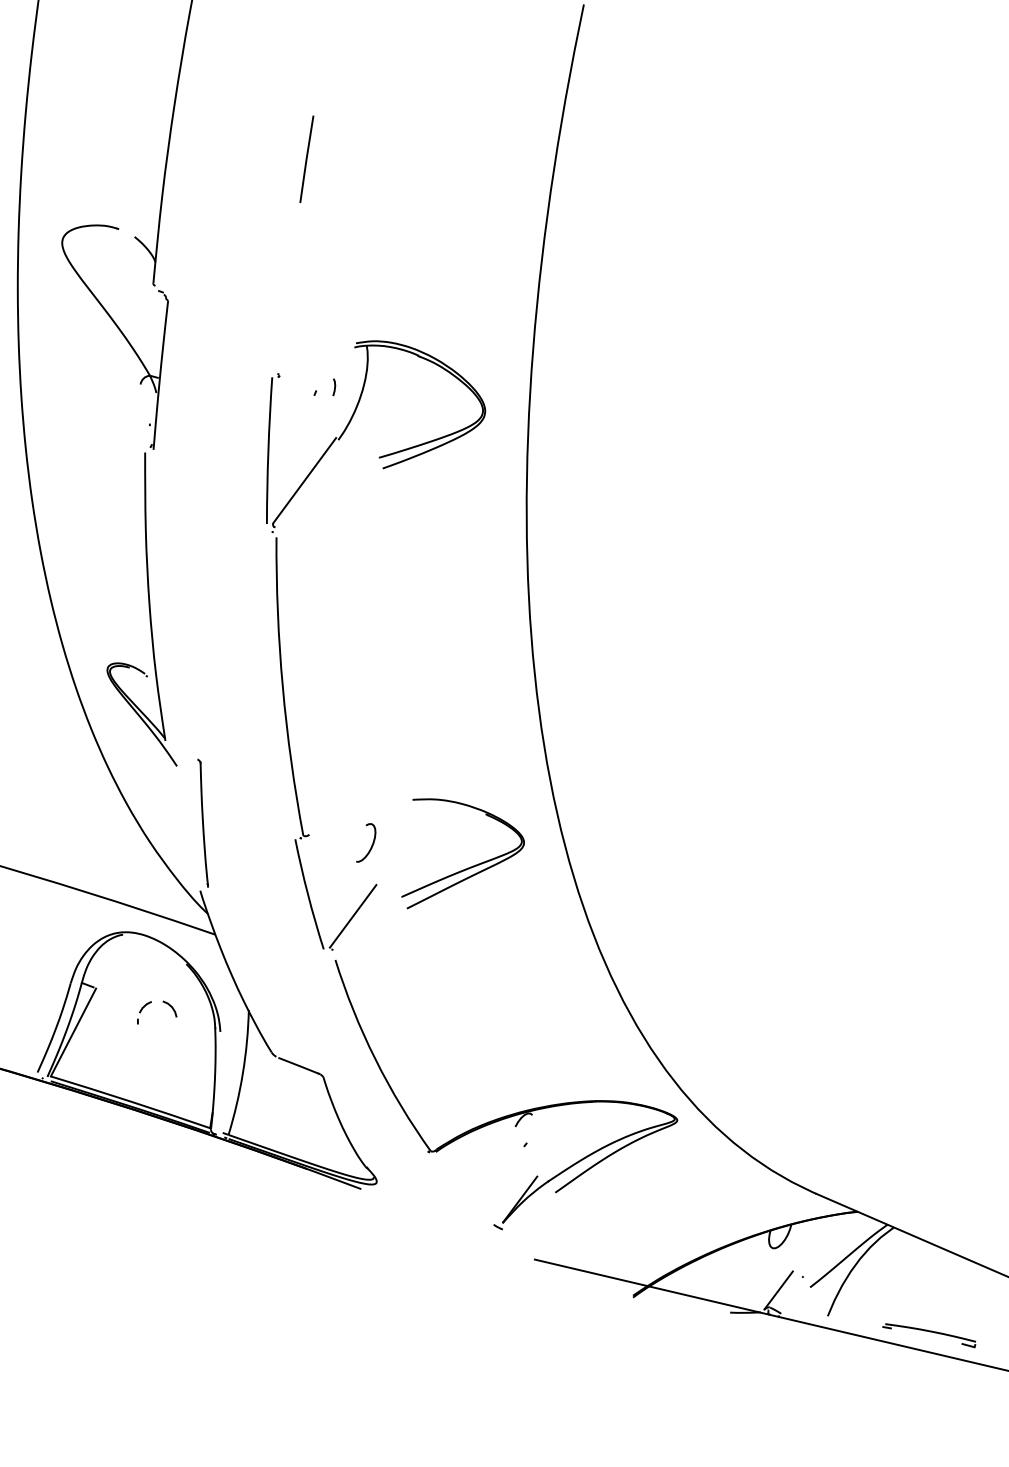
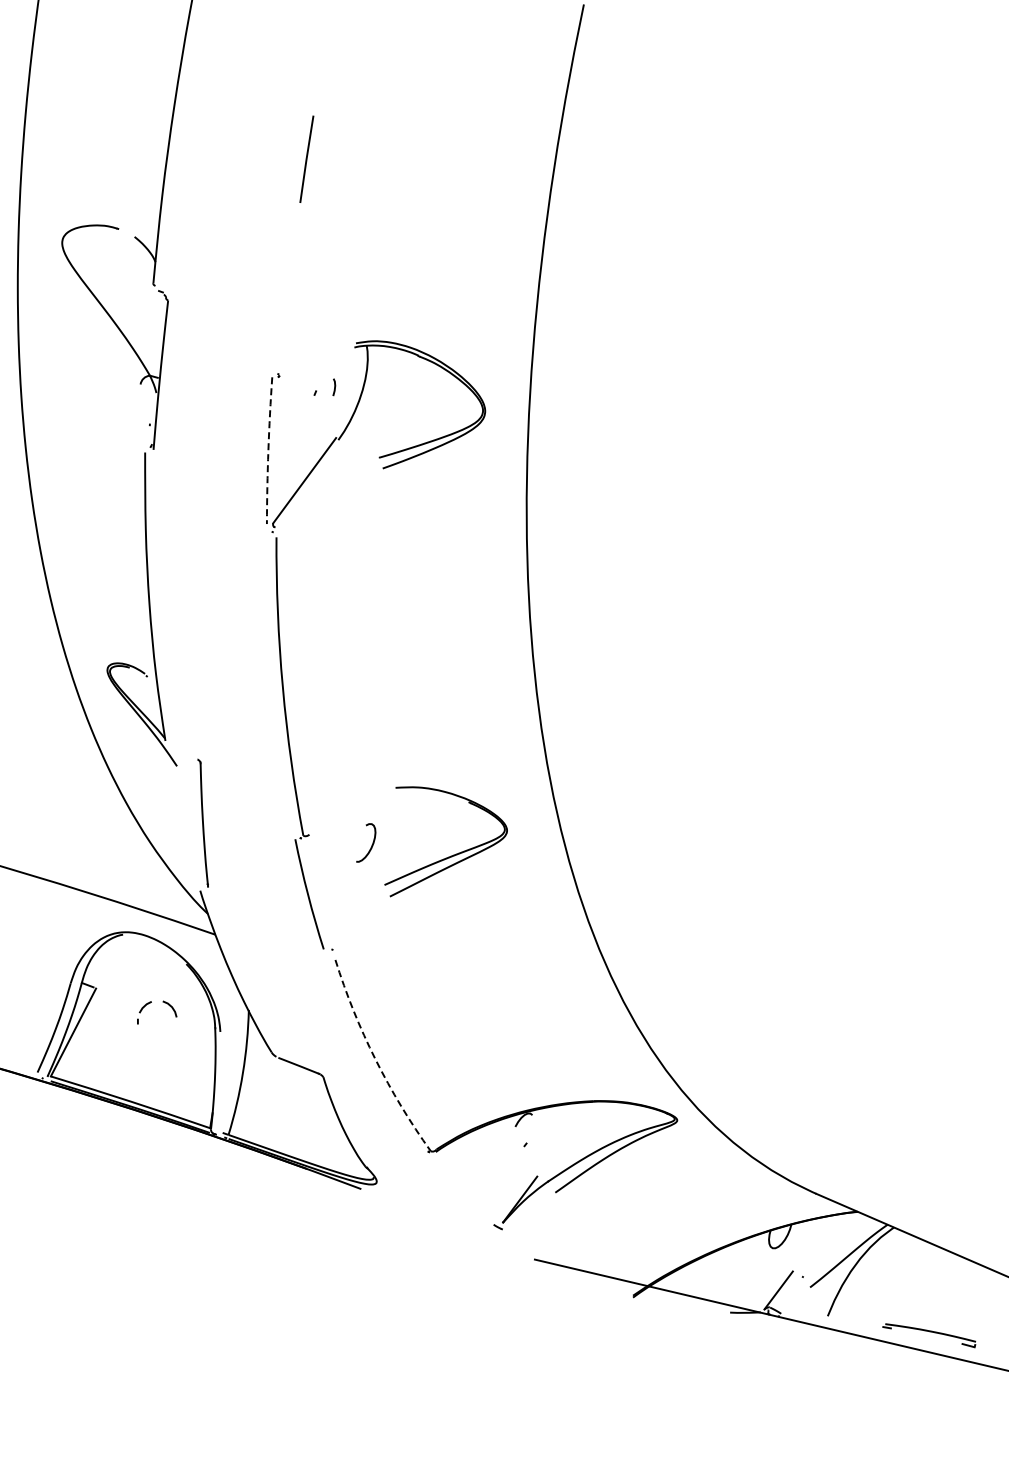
arc at (268, 450): solid -> dashed
part at (467, 867) position: (467, 867) -> (450, 855)
line at (352, 916): present -> none
arc at (375, 1059): solid -> dashed
